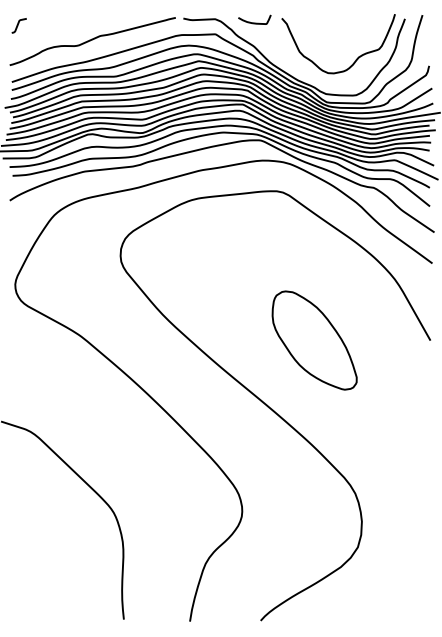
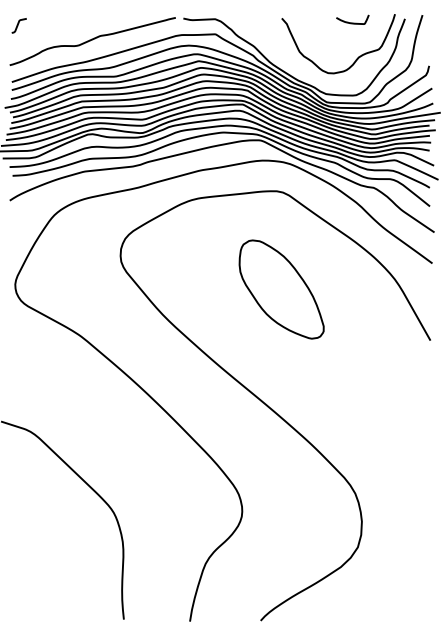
curve at (254, 22) position: (254, 22) -> (352, 22)
part at (314, 340) position: (314, 340) -> (281, 289)
